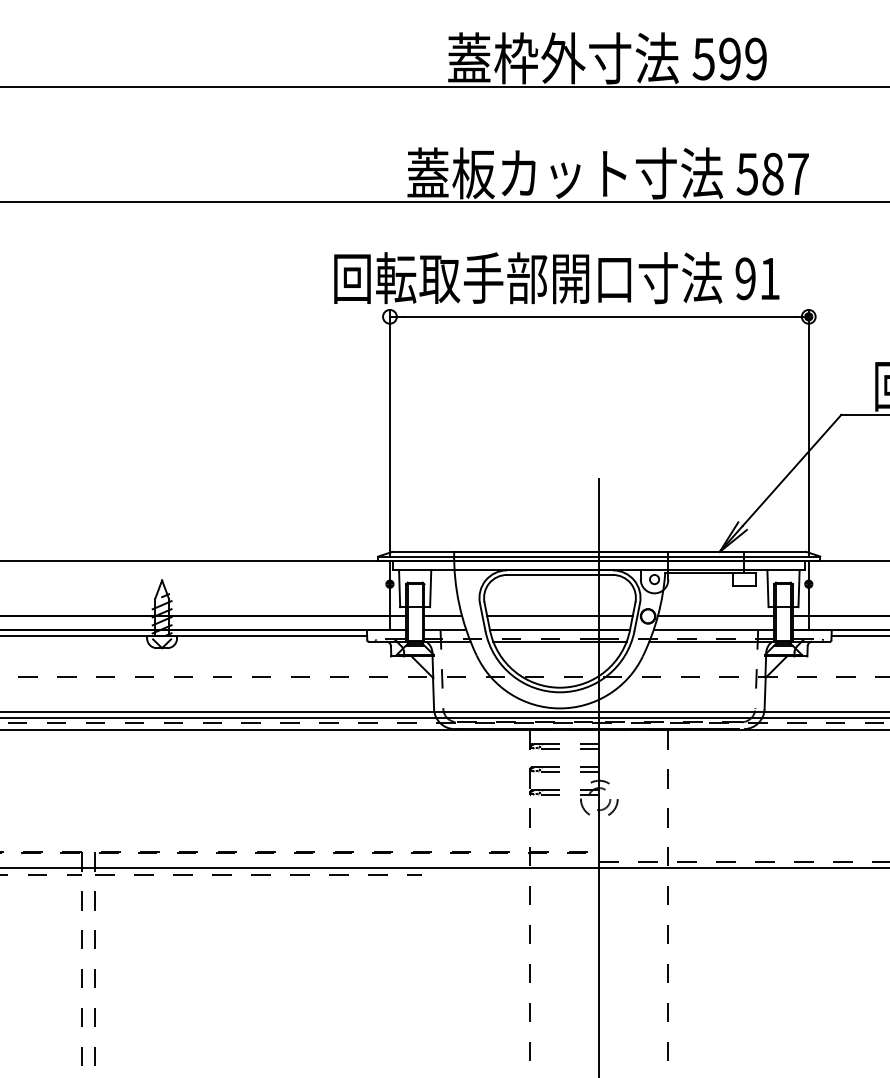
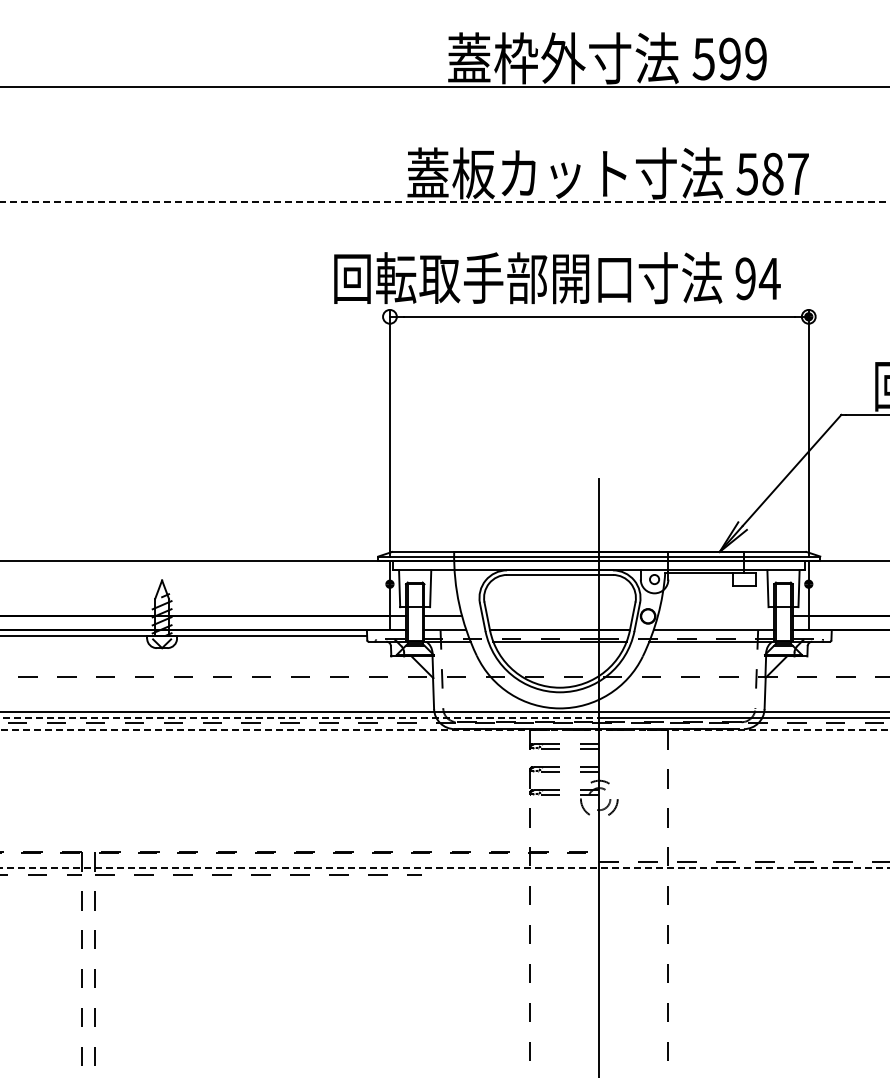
line at (444, 201): solid -> dashed
text at (769, 278): 91 -> 94
line at (559, 616): present -> none
line at (715, 616): present -> none
line at (858, 635): present -> none
line at (300, 717): solid -> dashed
line at (444, 730): solid -> dashed
line at (444, 868): solid -> dashed
